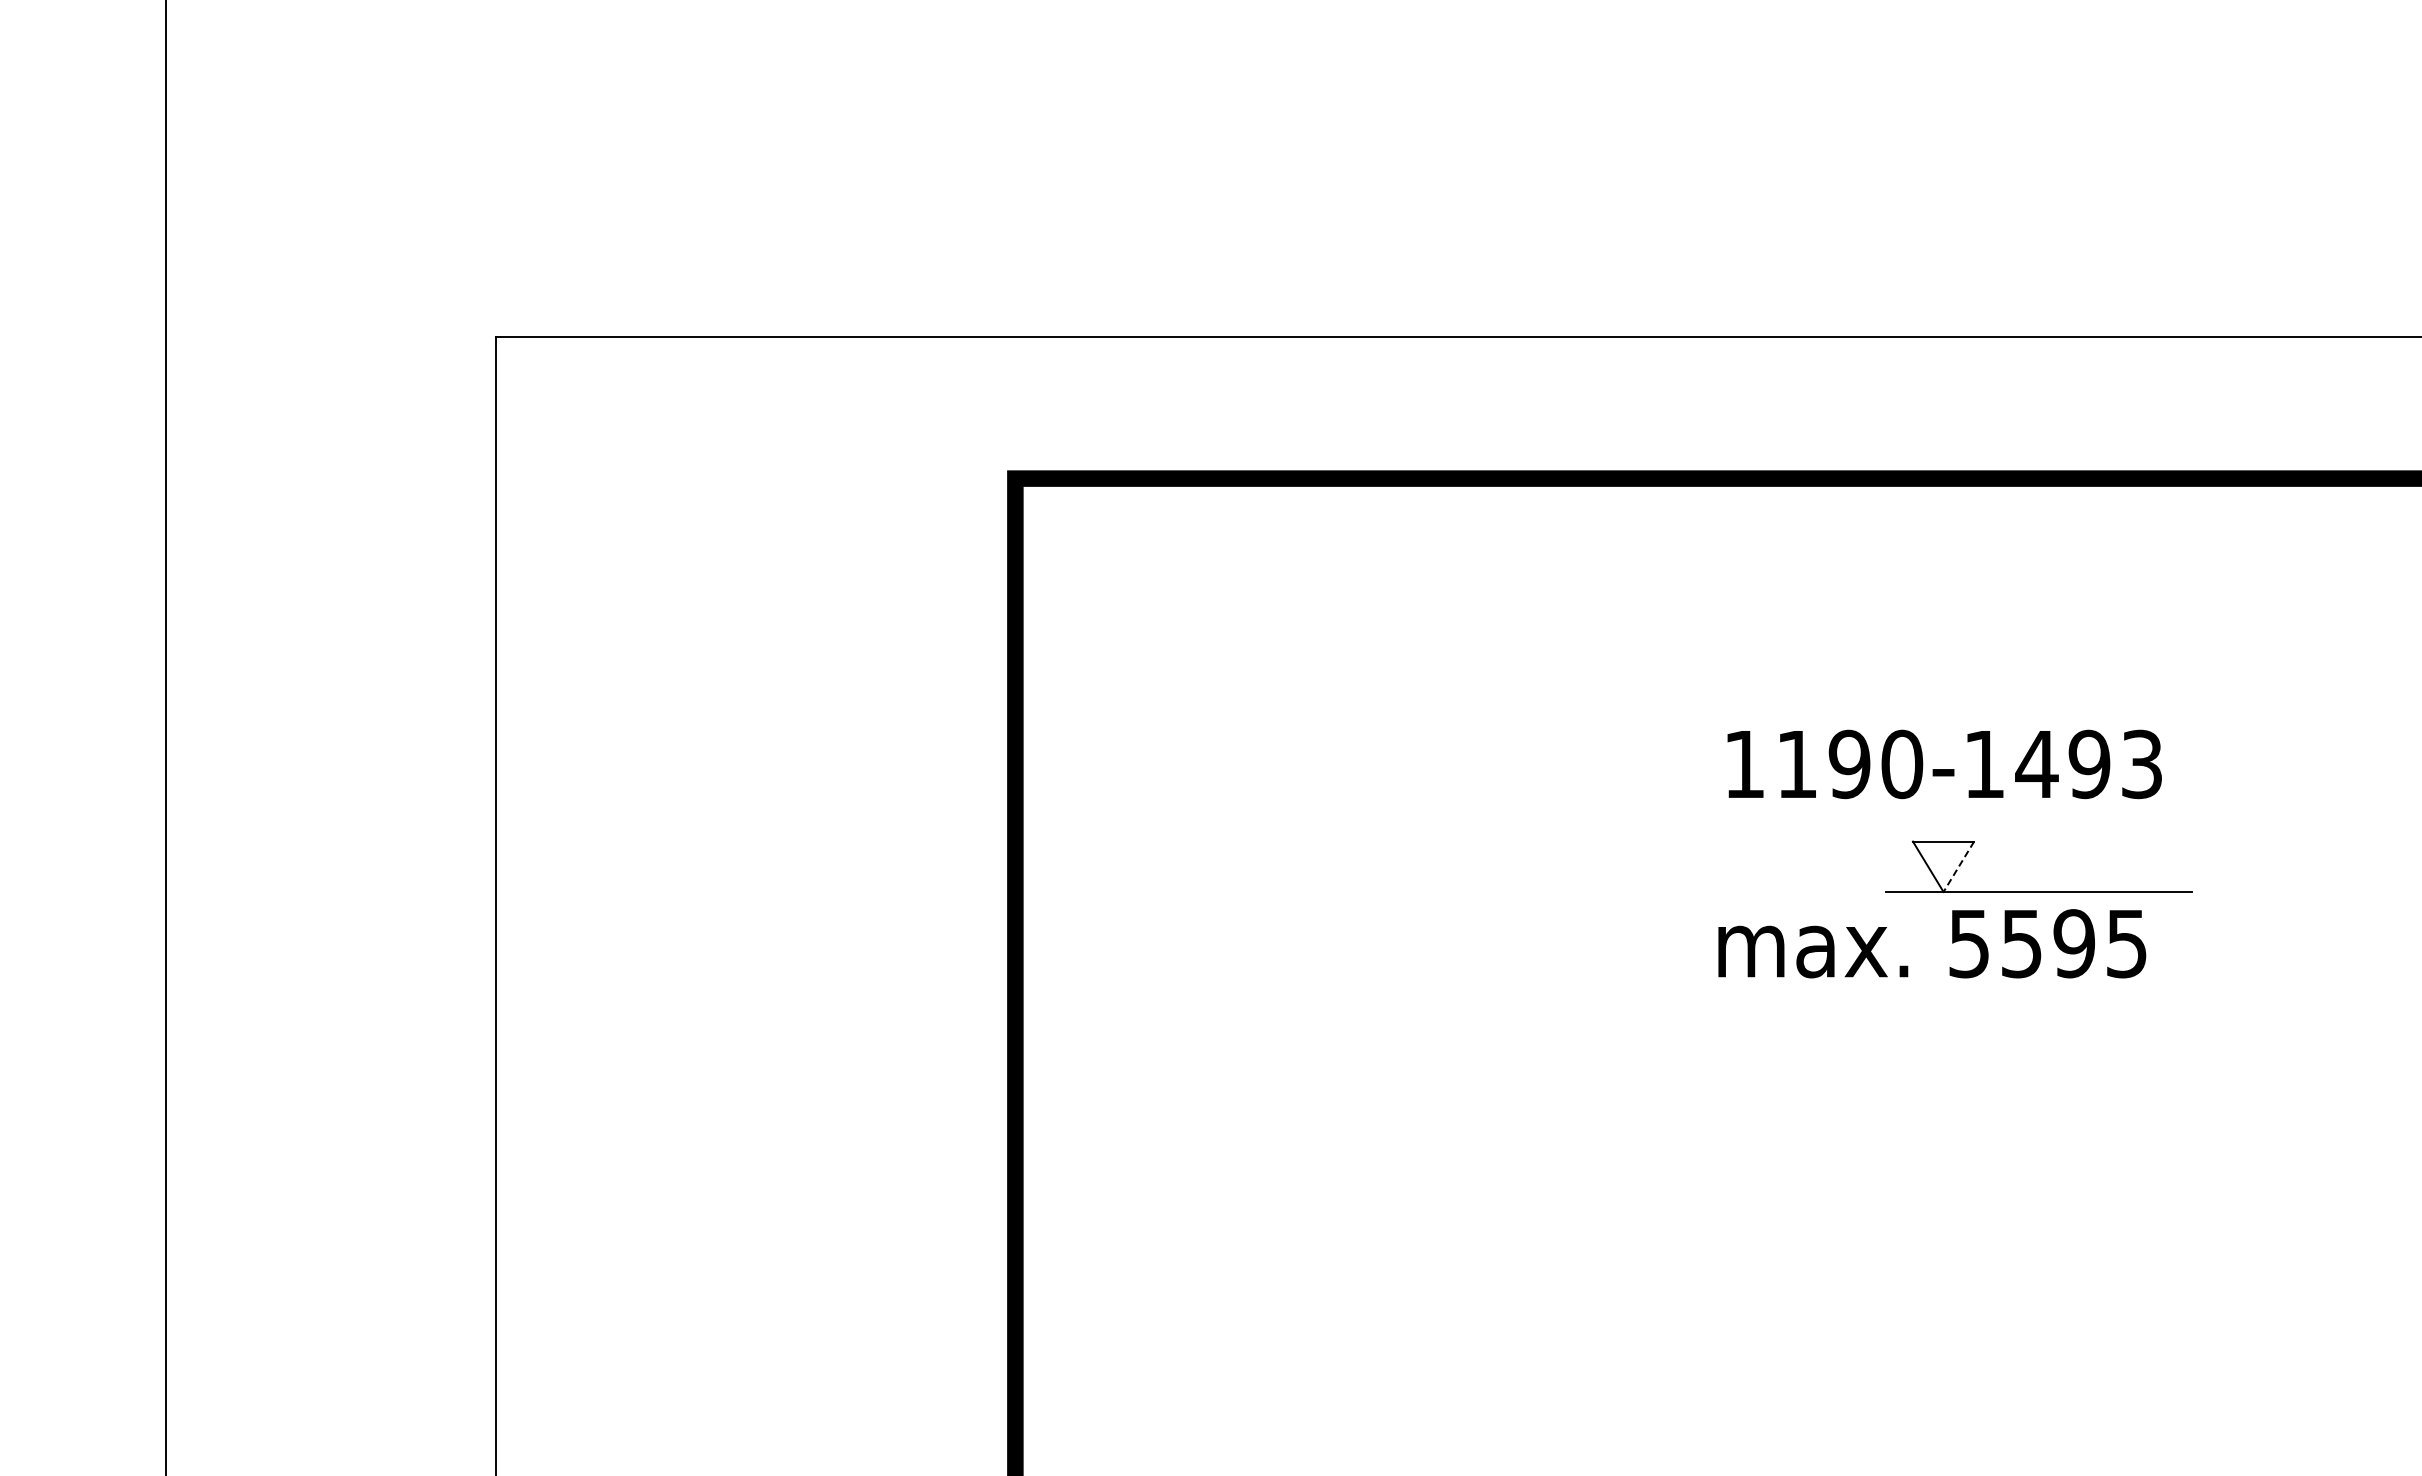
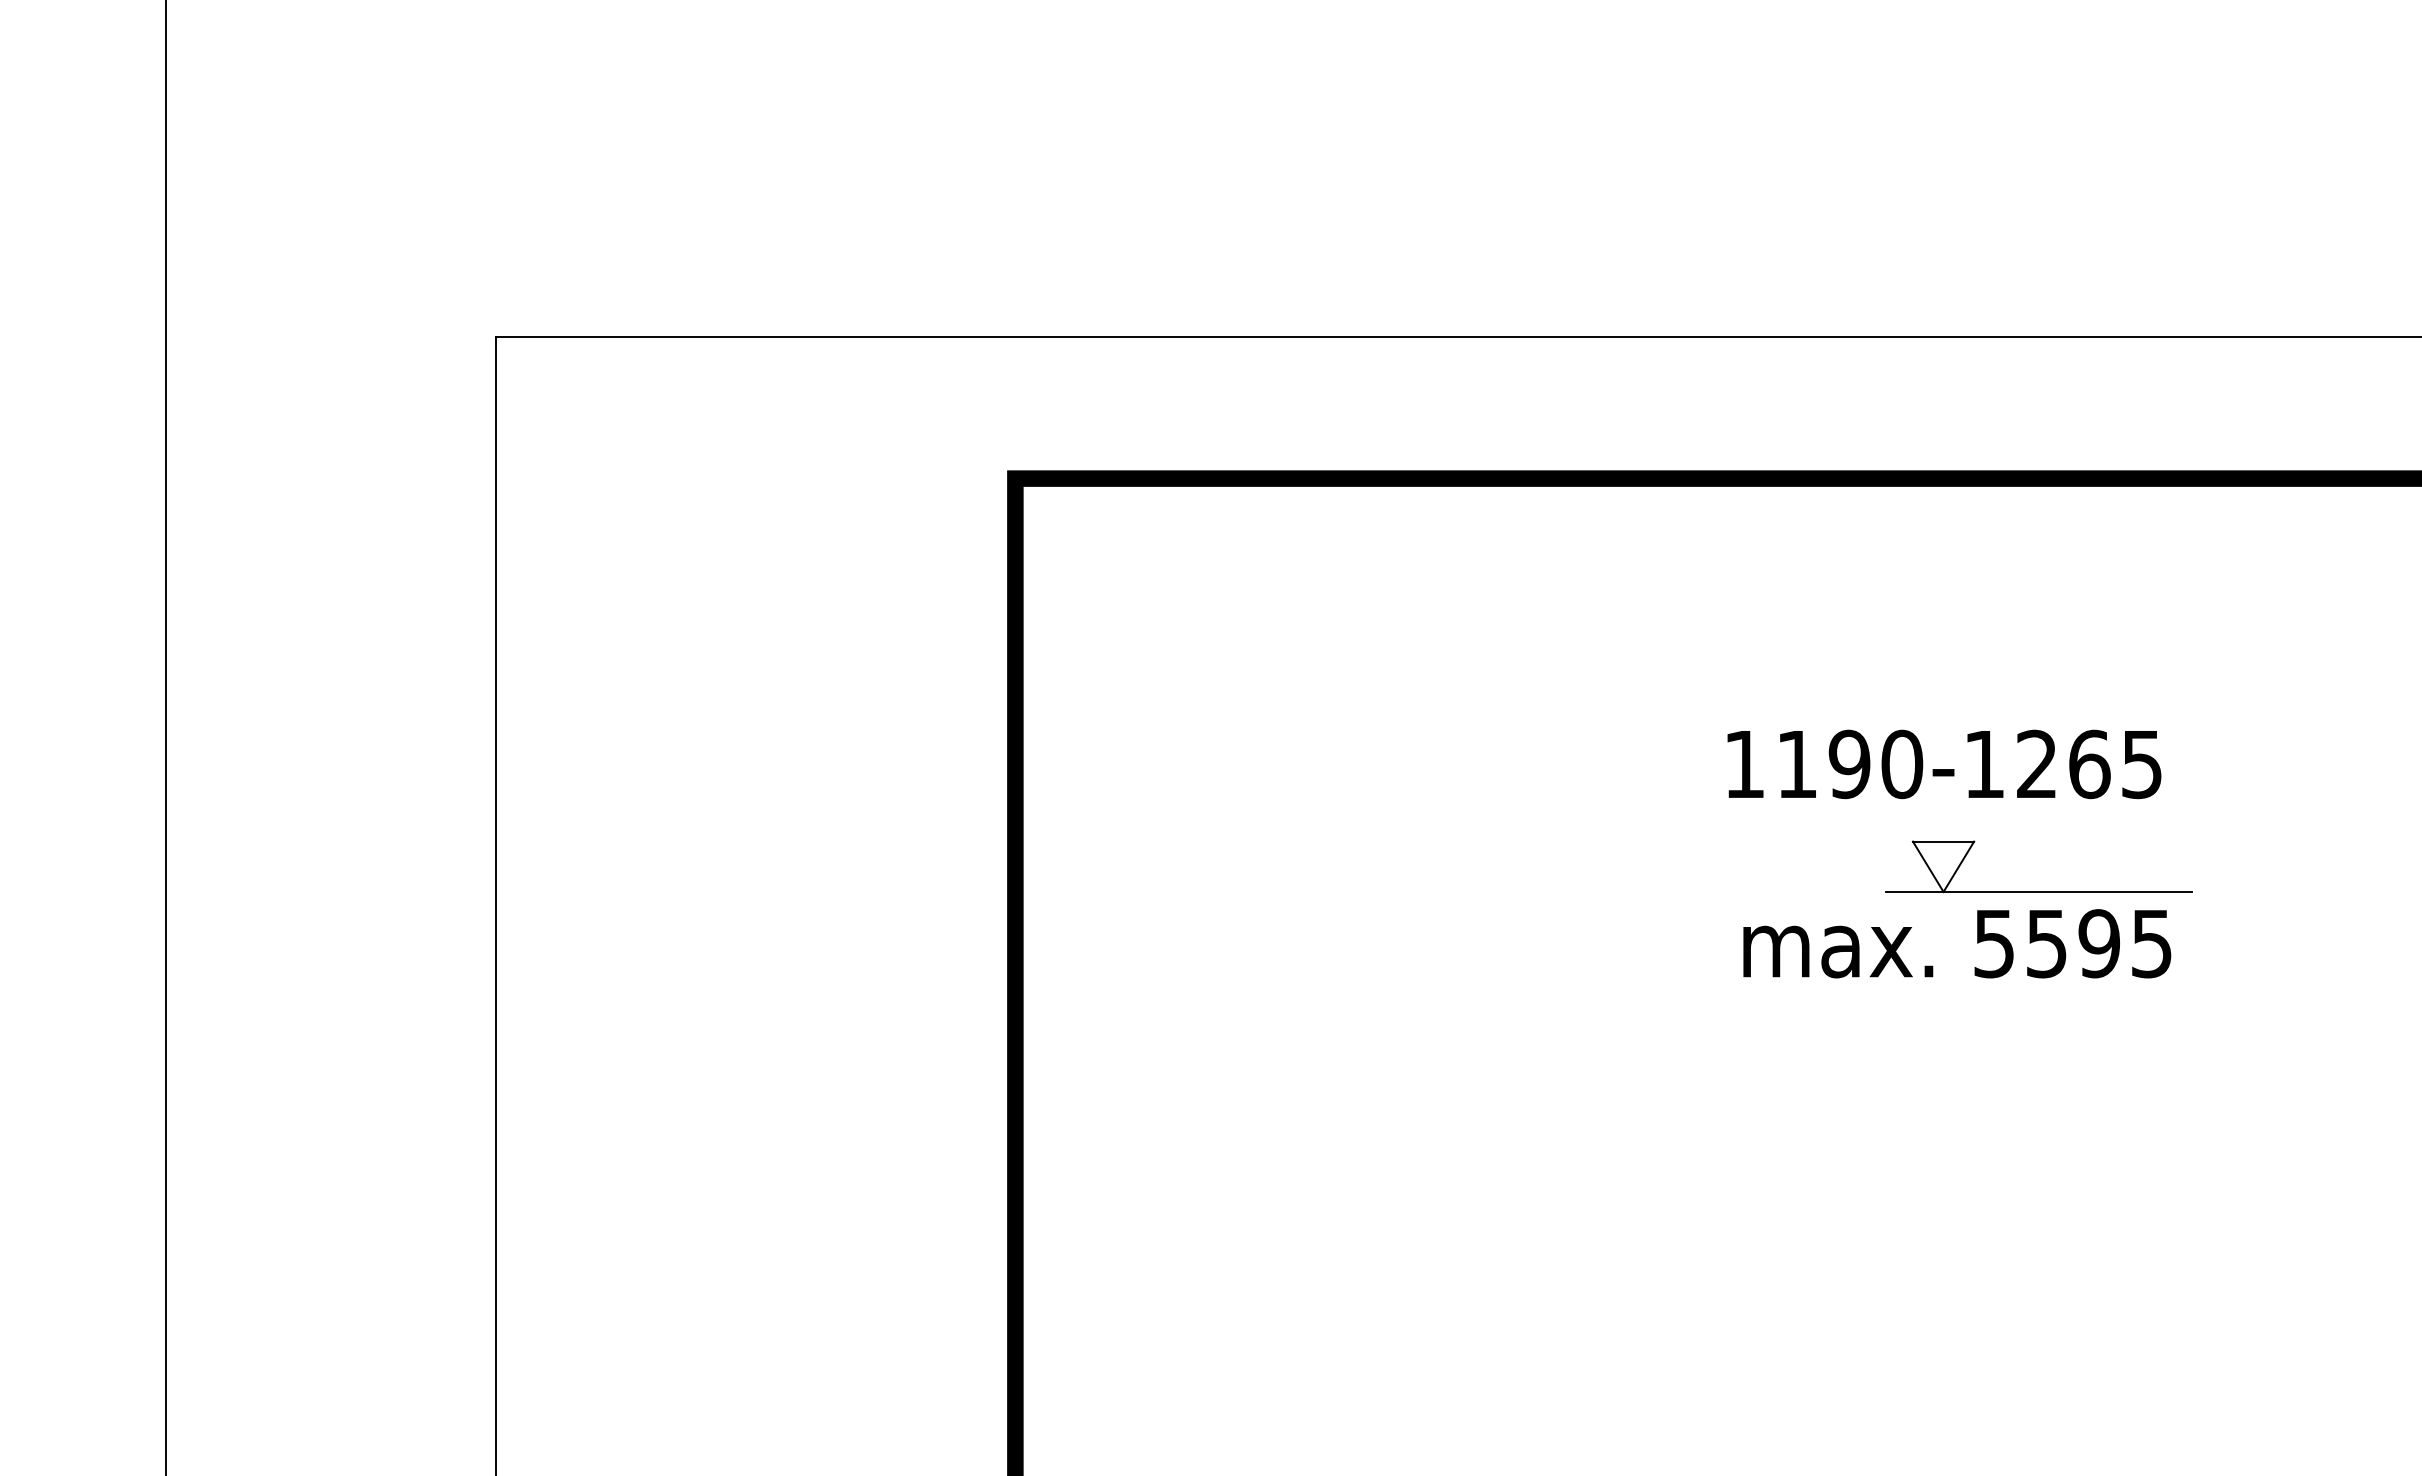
text at (2088, 764): 1190-1493 -> 1190-1265
line at (1958, 867): dashed -> solid
text at (1932, 943) position: (1932, 943) -> (1957, 943)
